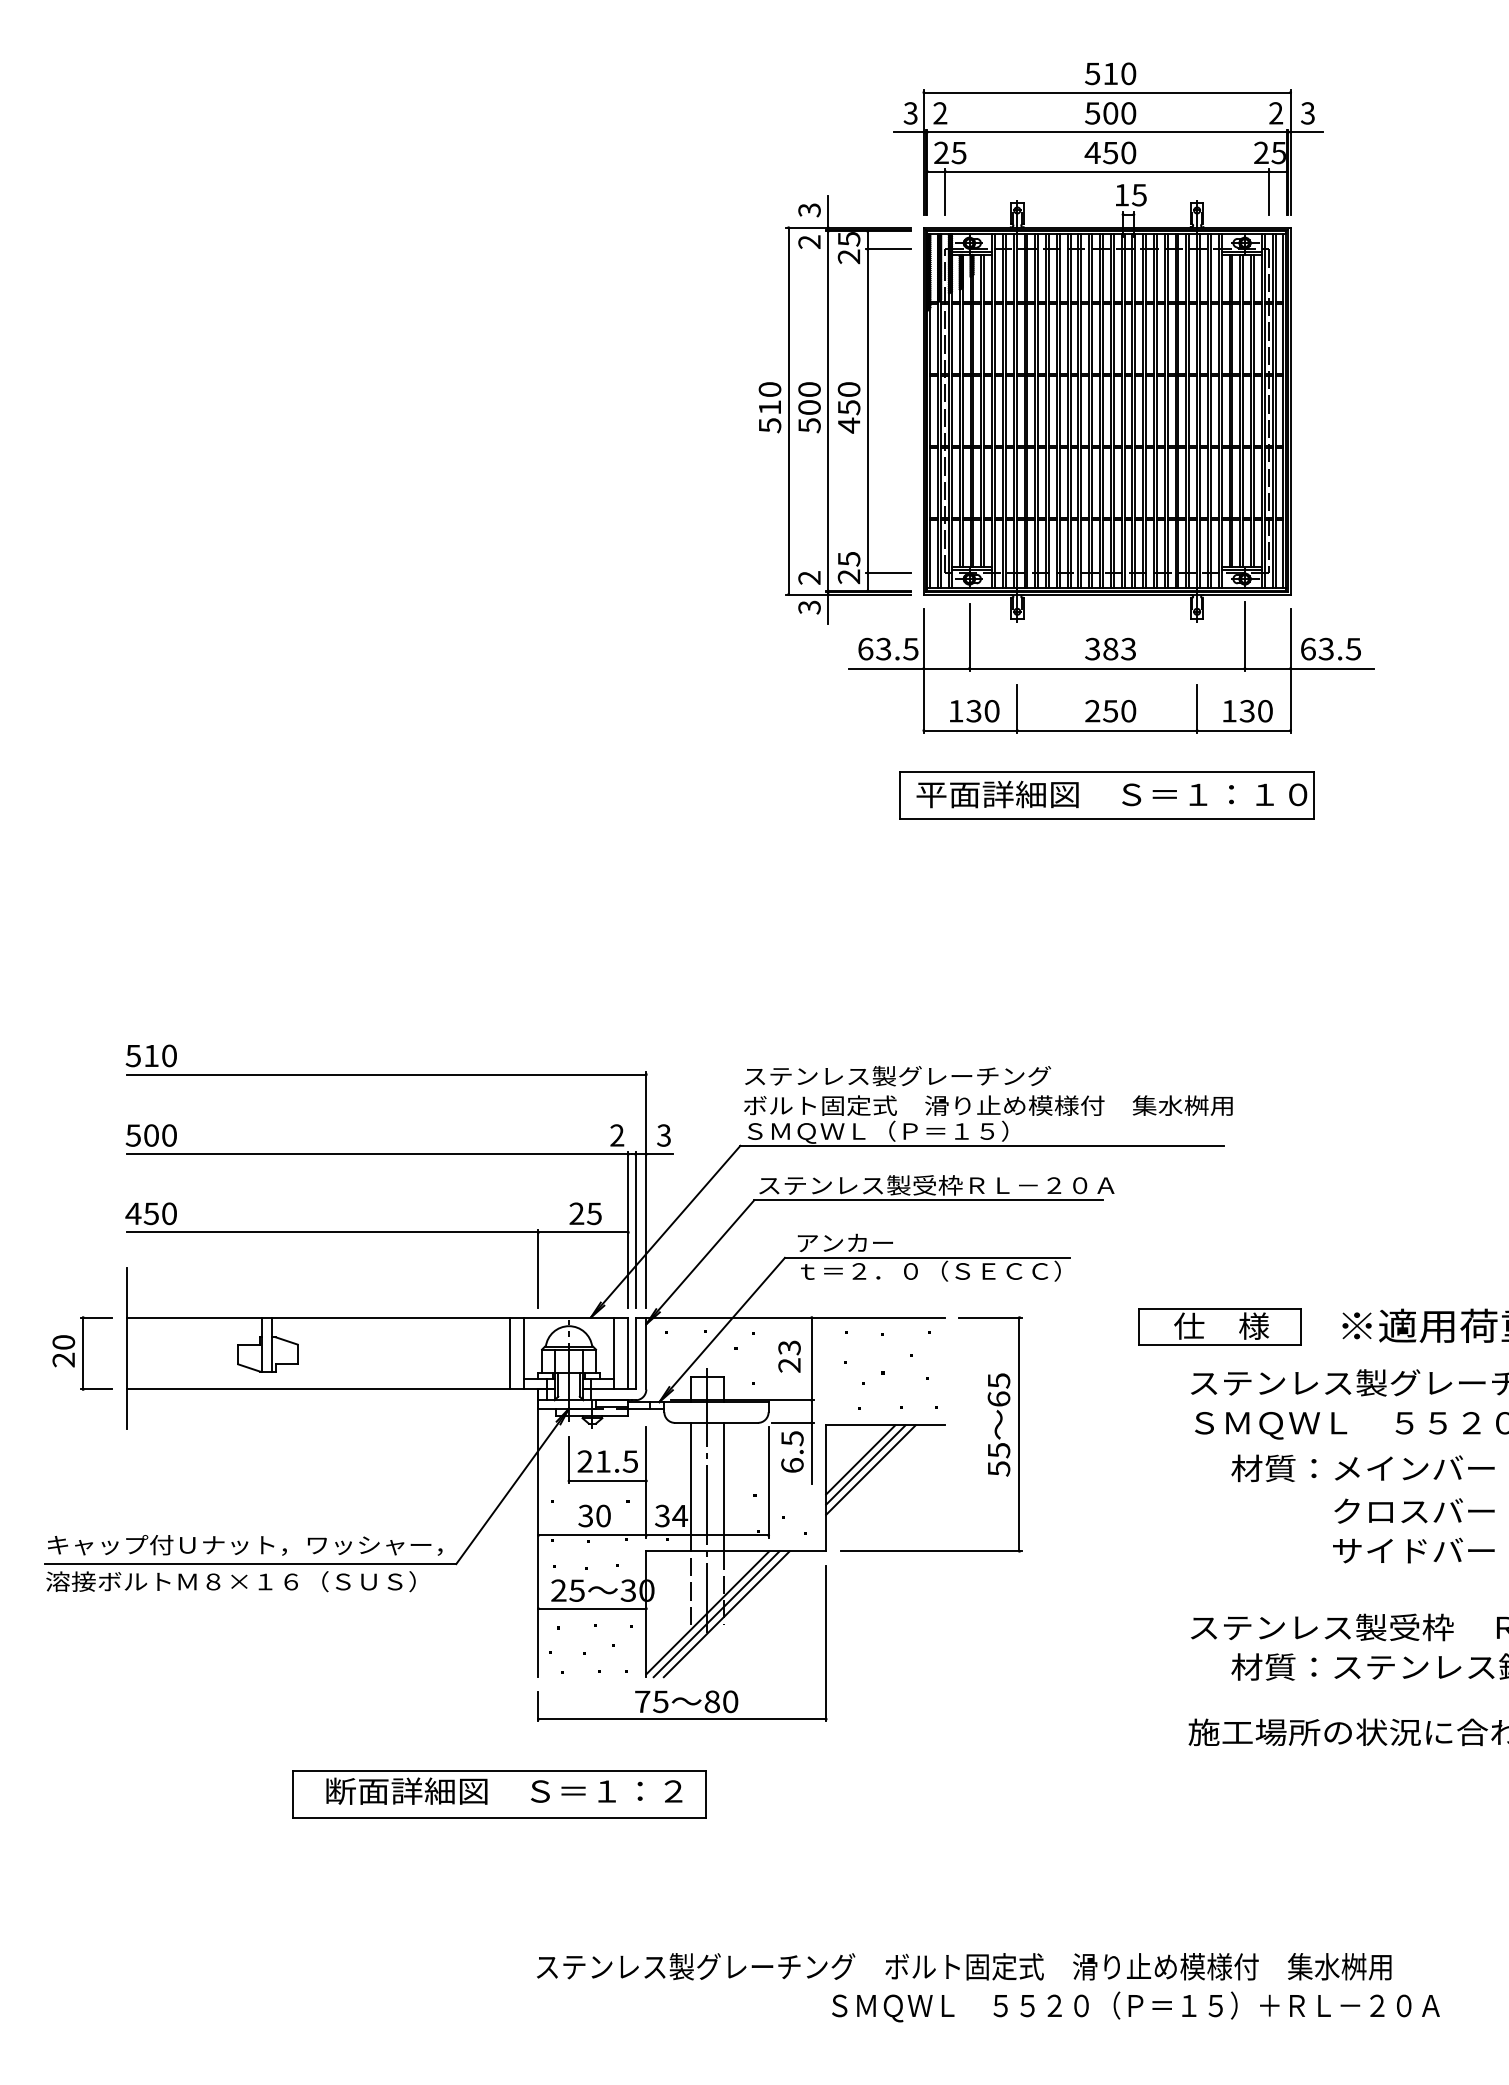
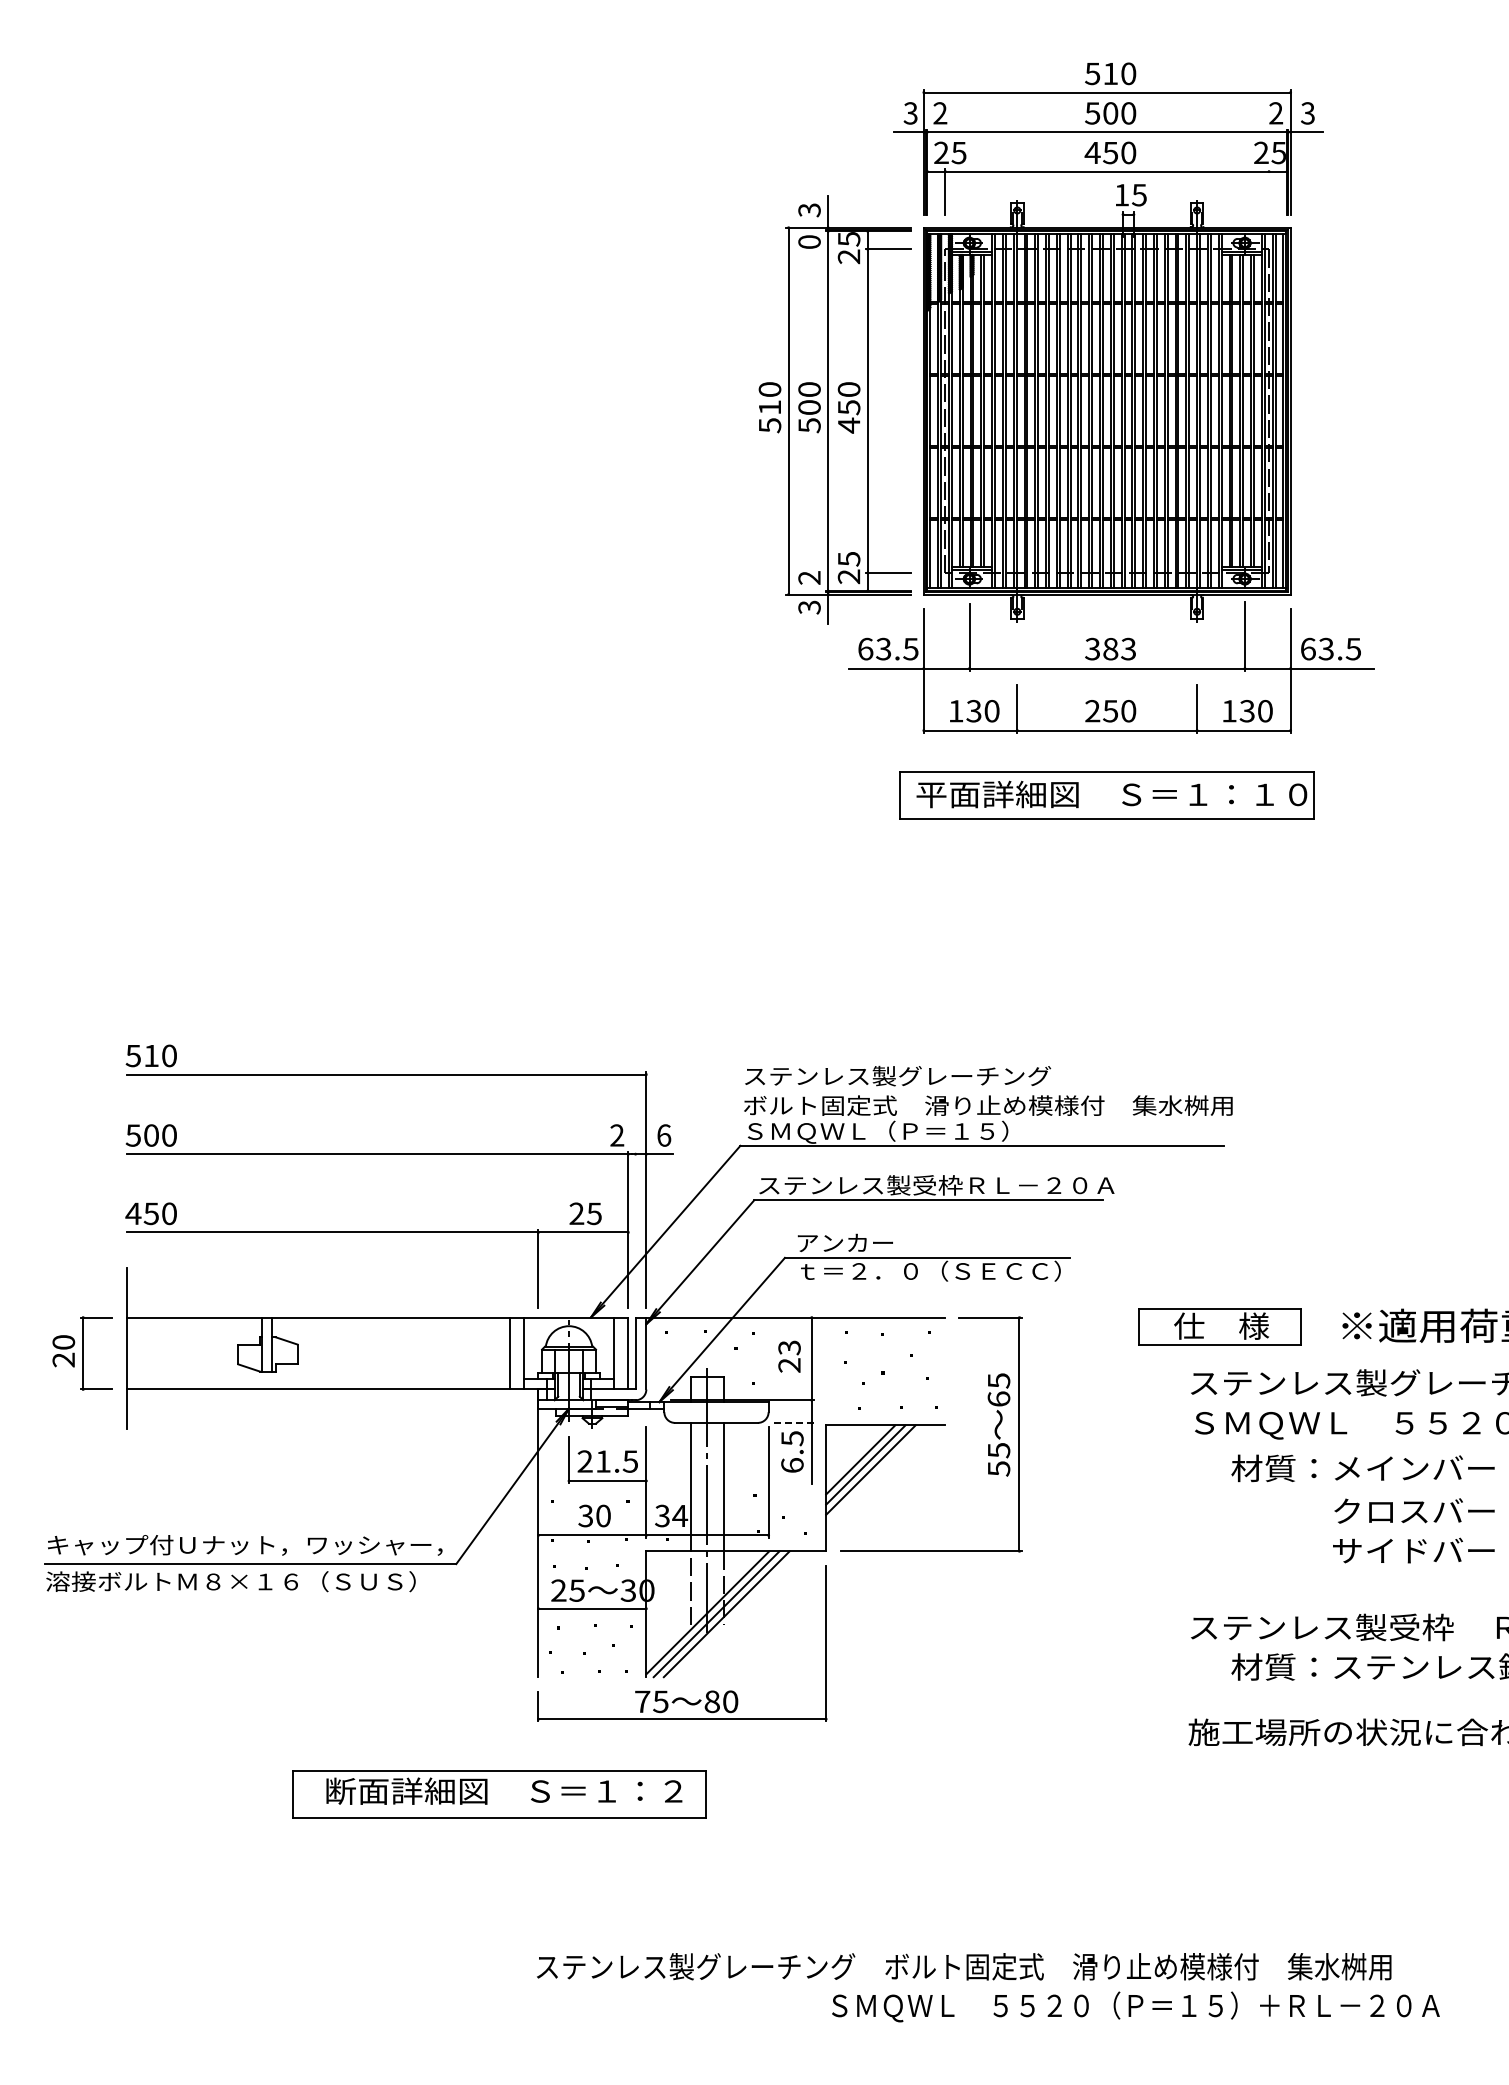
line at (1269, 191): present -> none
text at (809, 241): 2 -> 0
text at (664, 1135): 3 -> 6
line at (635, 1230): present -> none
line at (793, 1422): solid -> dashed
